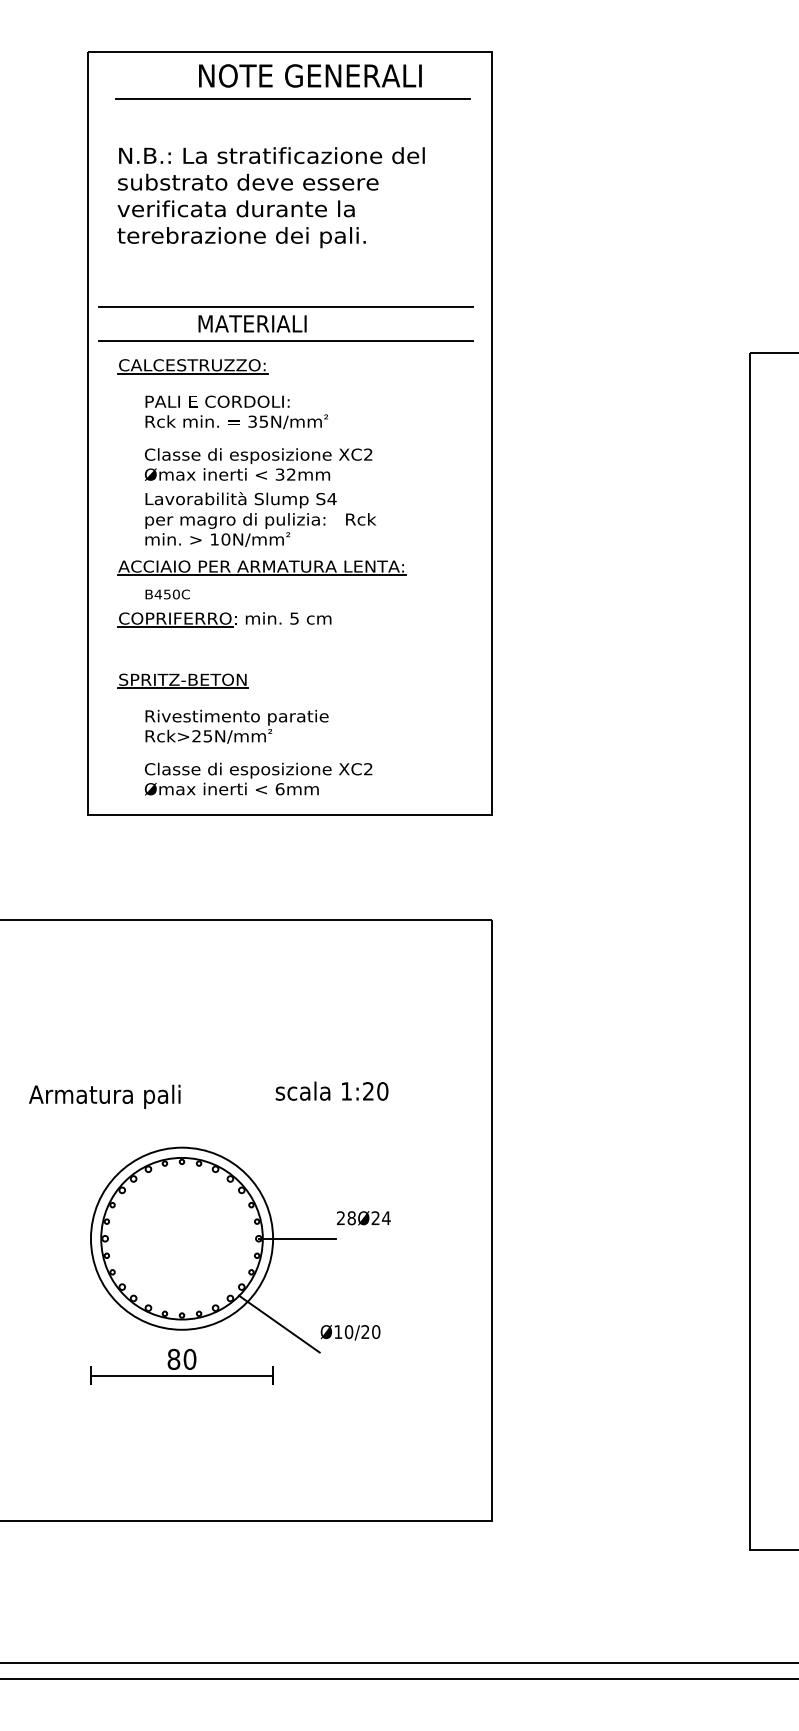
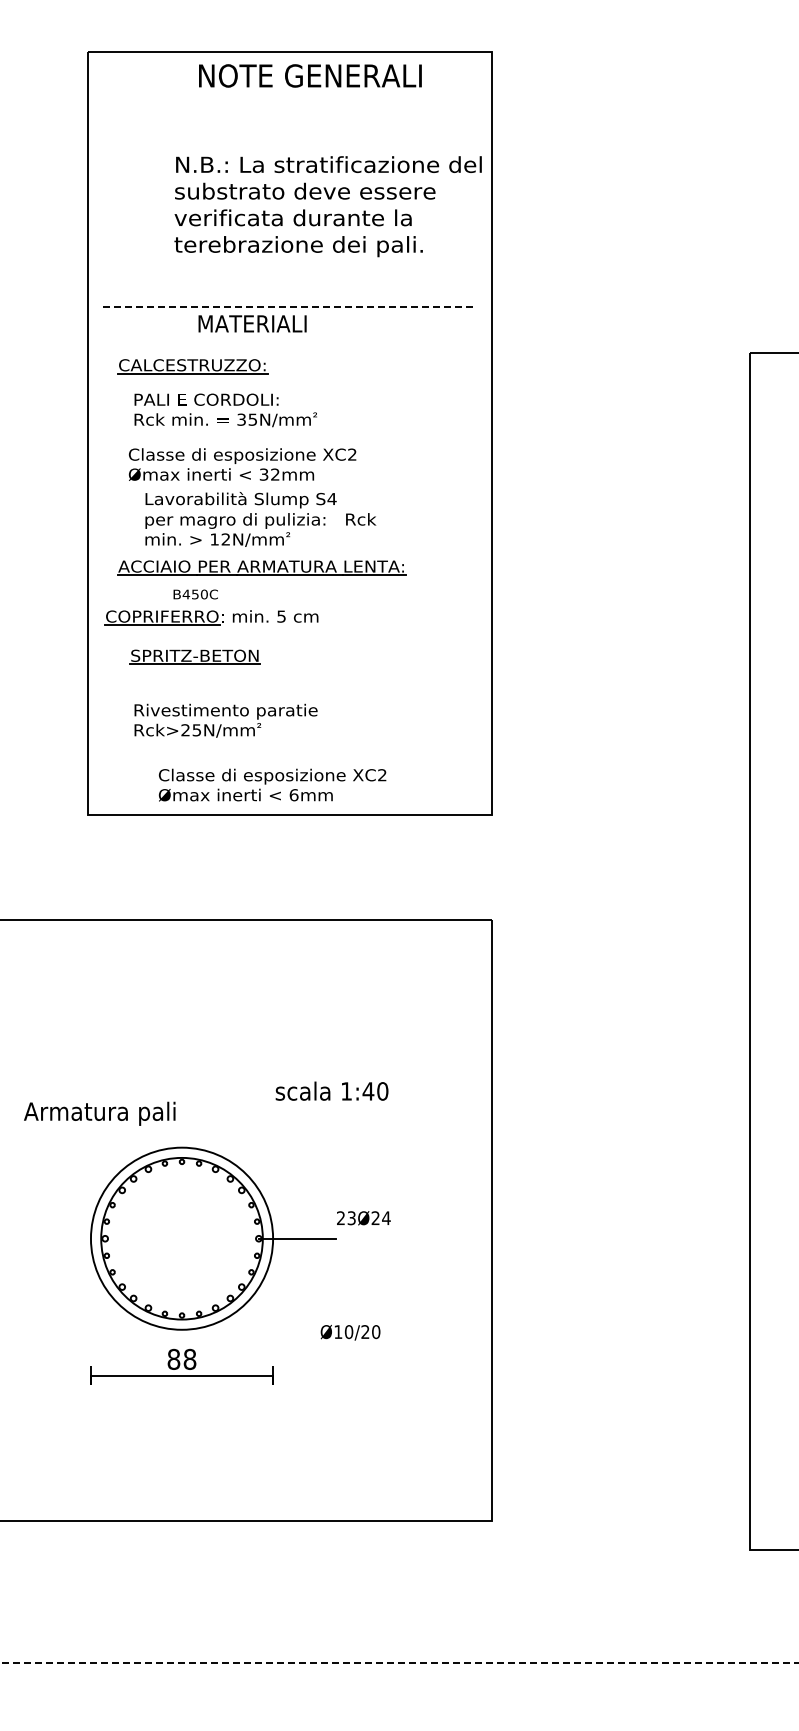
line at (292, 98): present -> none
text at (270, 197) position: (270, 197) -> (327, 206)
line at (285, 306): solid -> dashed
line at (285, 341): present -> none
text at (236, 412) position: (236, 412) -> (225, 410)
text at (258, 464) position: (258, 464) -> (242, 464)
text at (225, 539): 10N/mm -> 12N/mm
text at (167, 594) position: (167, 594) -> (195, 594)
part at (224, 619) position: (224, 619) -> (211, 617)
part at (182, 680) position: (182, 680) -> (194, 656)
text at (236, 726) position: (236, 726) -> (225, 720)
text at (258, 778) position: (258, 778) -> (272, 784)
text at (368, 1091): 1:20 -> 1:40
text at (104, 1096) position: (104, 1096) -> (99, 1113)
text at (351, 1218): 28Ø24 -> 23Ø24
line at (278, 1323): present -> none
text at (189, 1359): 80 -> 88
line at (399, 1663): solid -> dashed
line at (398, 1679): present -> none
